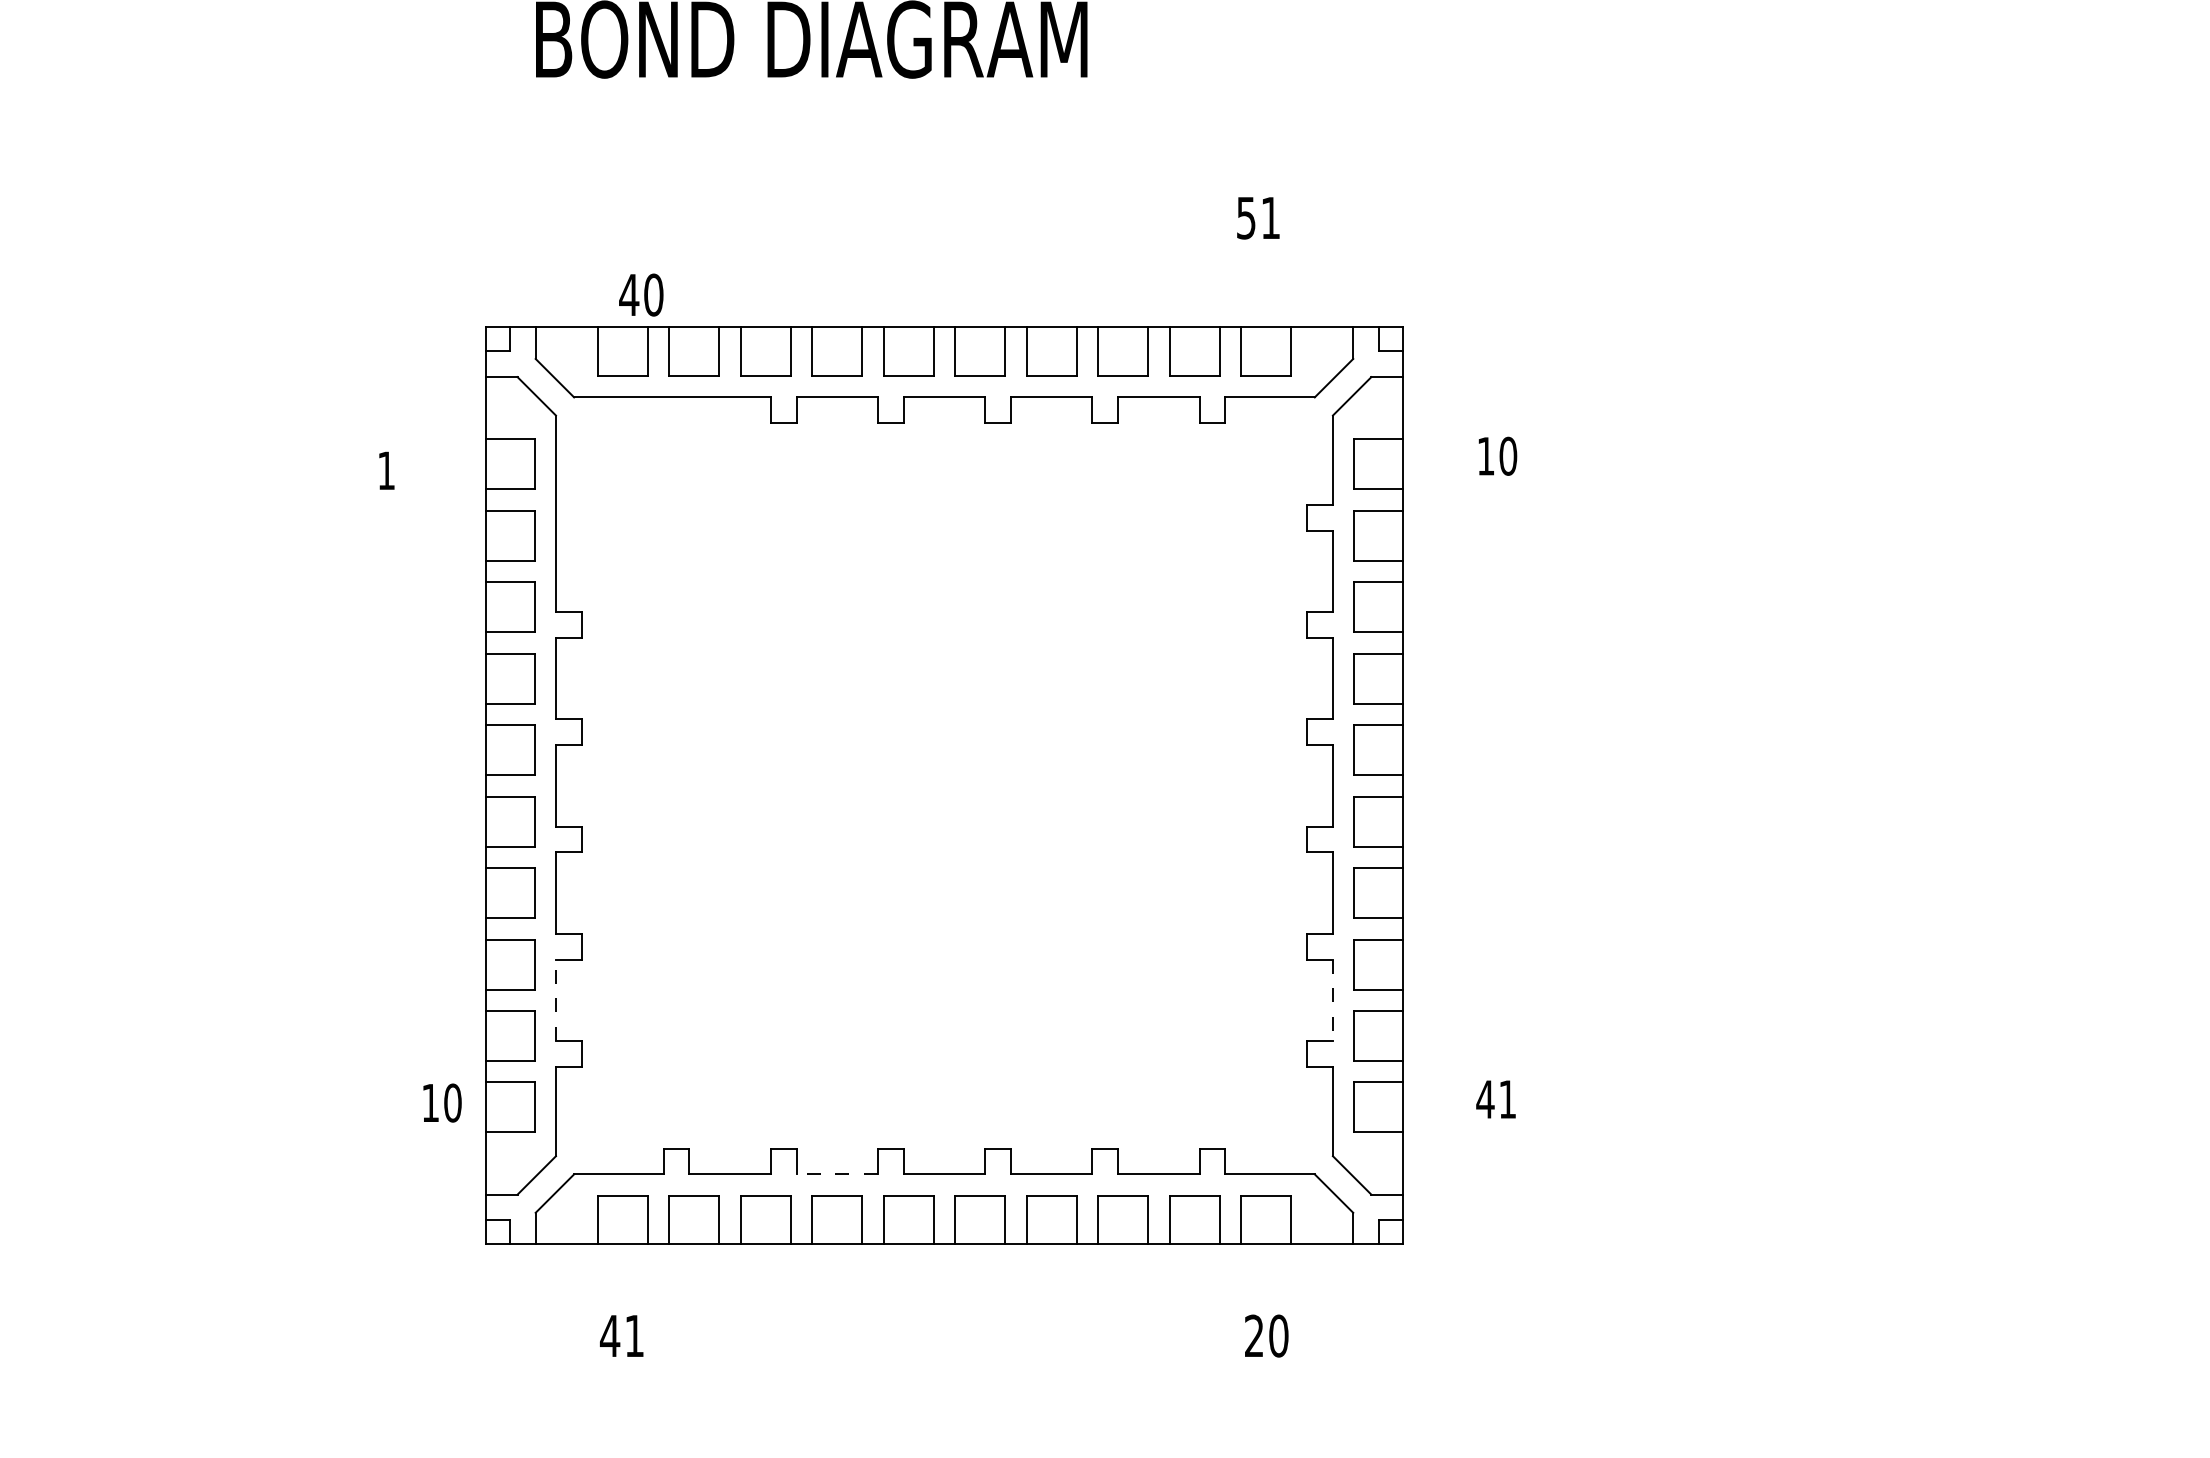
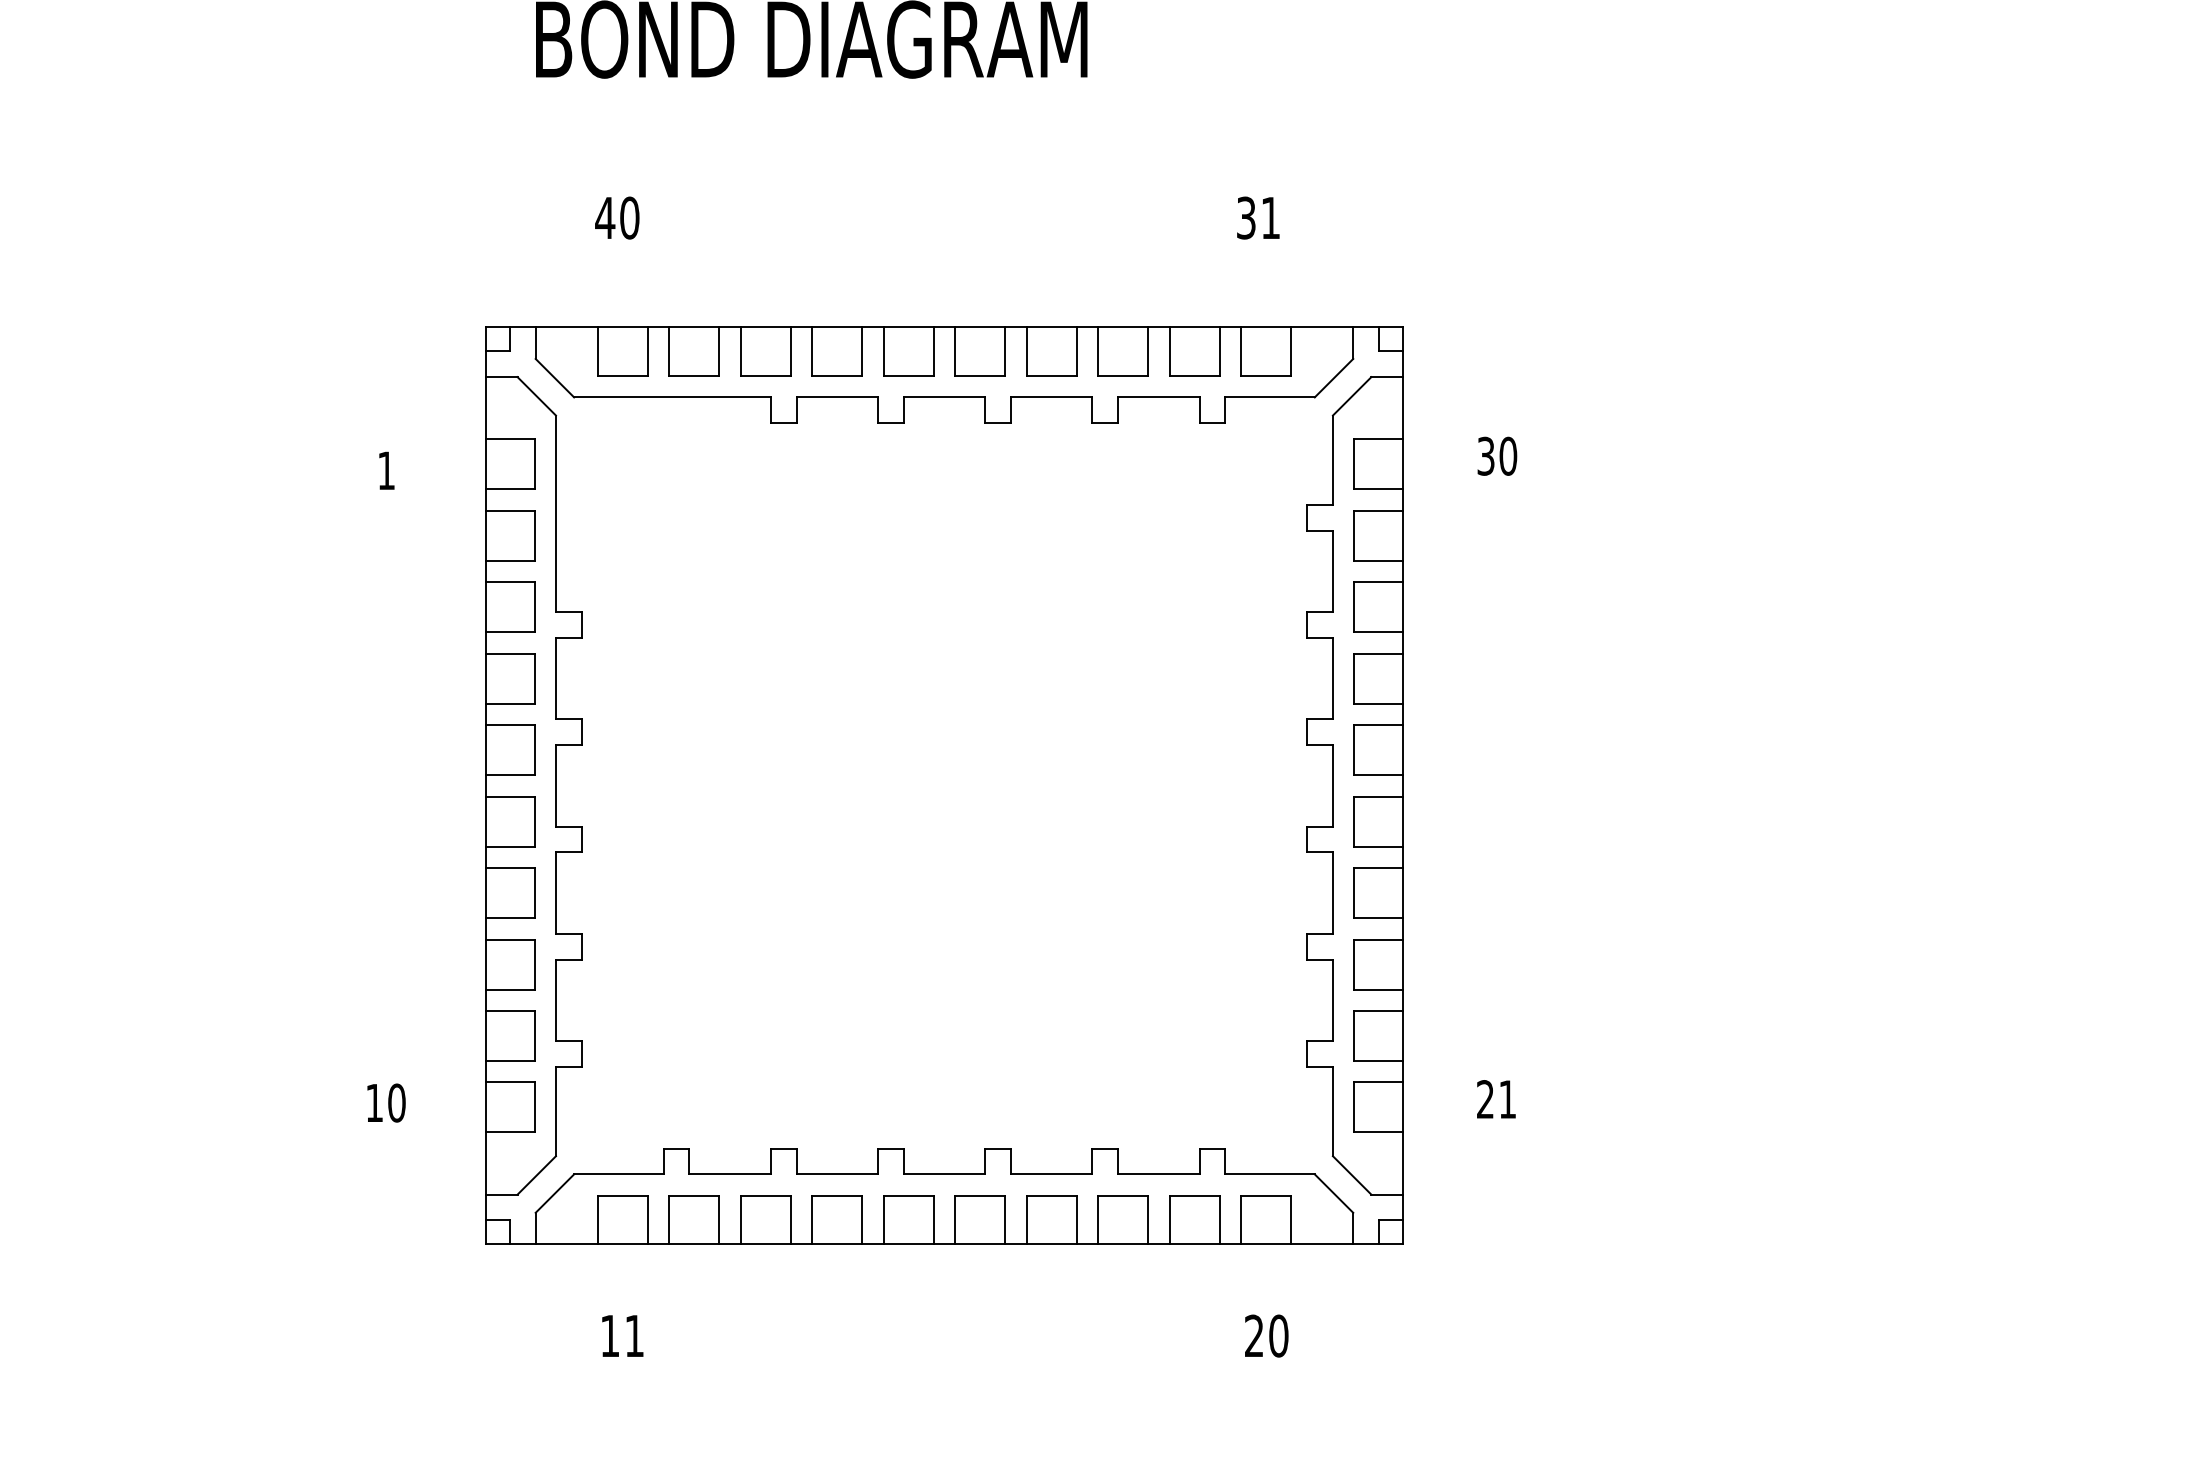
text at (1246, 217): 51 -> 31
text at (641, 294) position: (641, 294) -> (617, 217)
text at (1485, 455): 10 -> 30
line at (555, 1000): dashed -> solid
line at (1332, 1000): dashed -> solid
text at (1485, 1099): 41 -> 21
text at (442, 1102) position: (442, 1102) -> (386, 1102)
line at (837, 1174): dashed -> solid
text at (609, 1335): 41 -> 11
